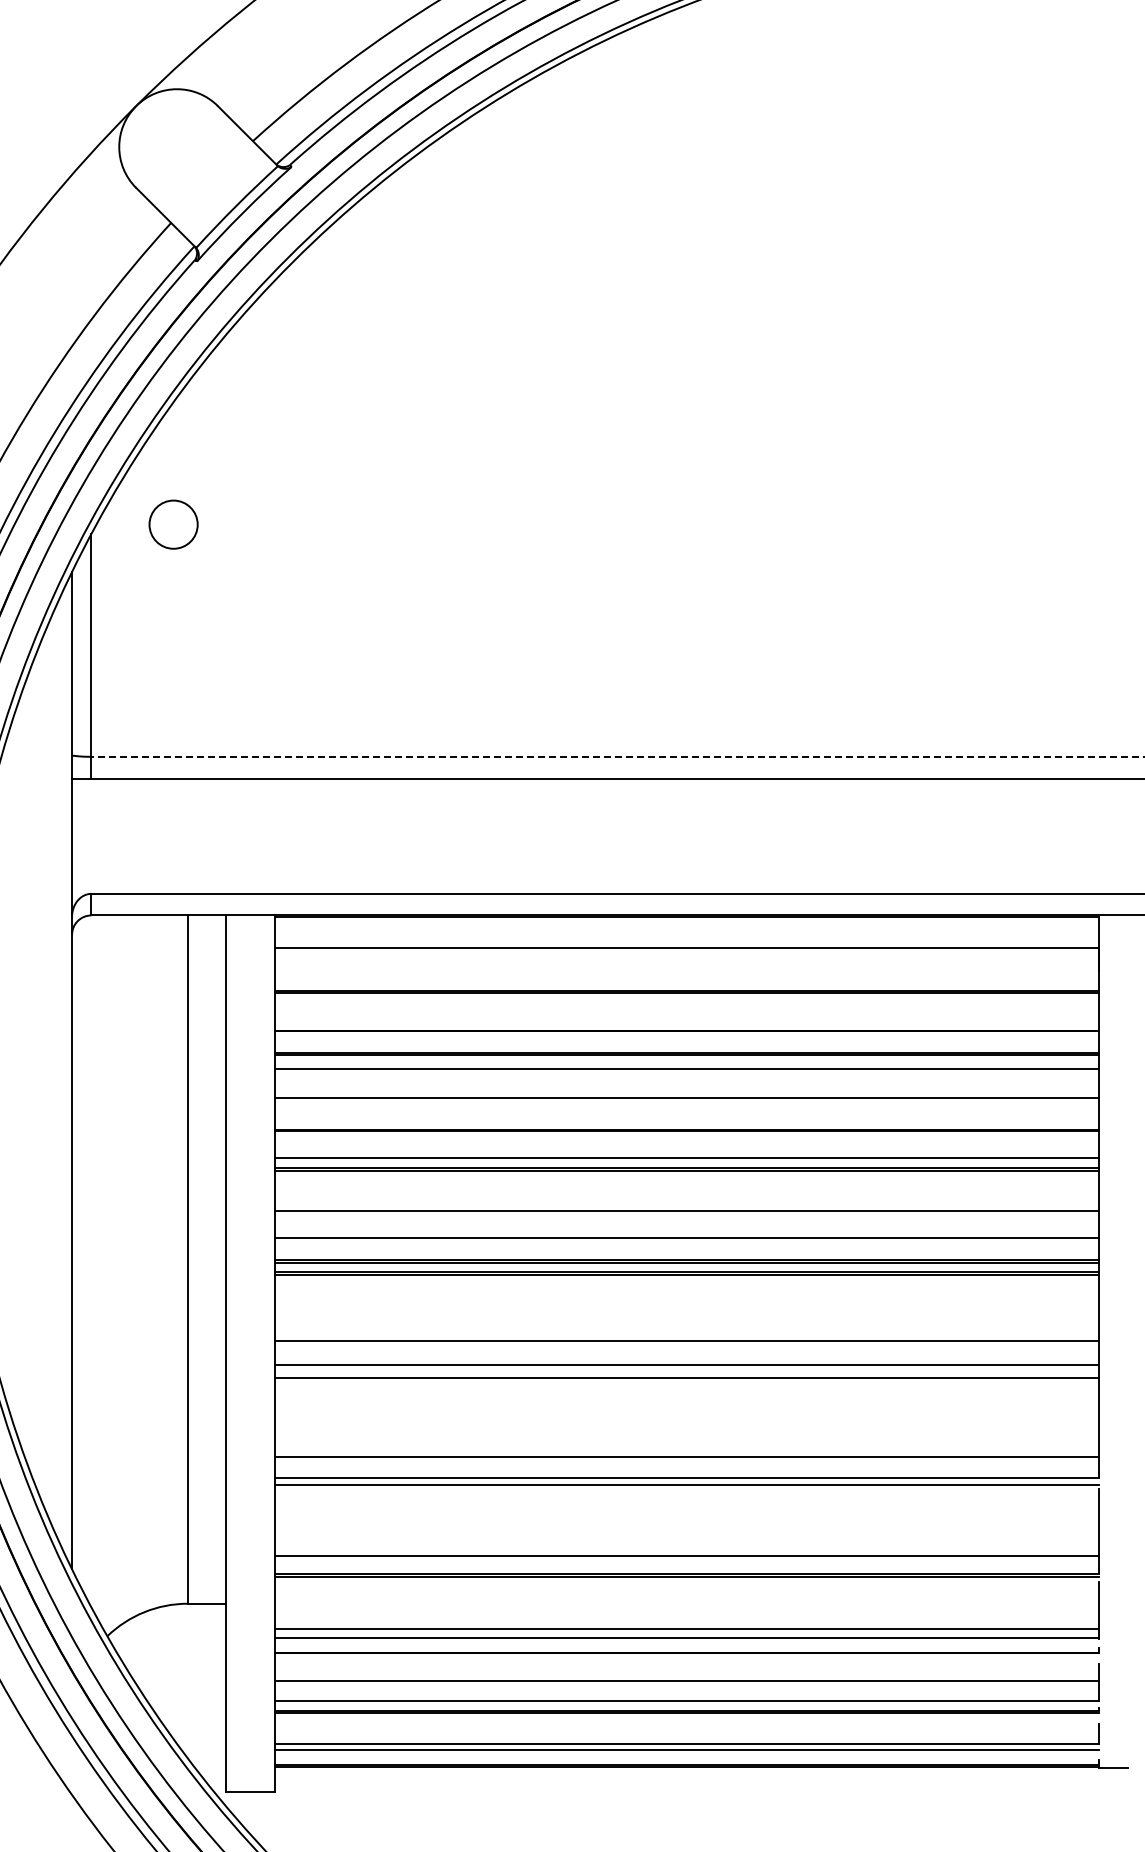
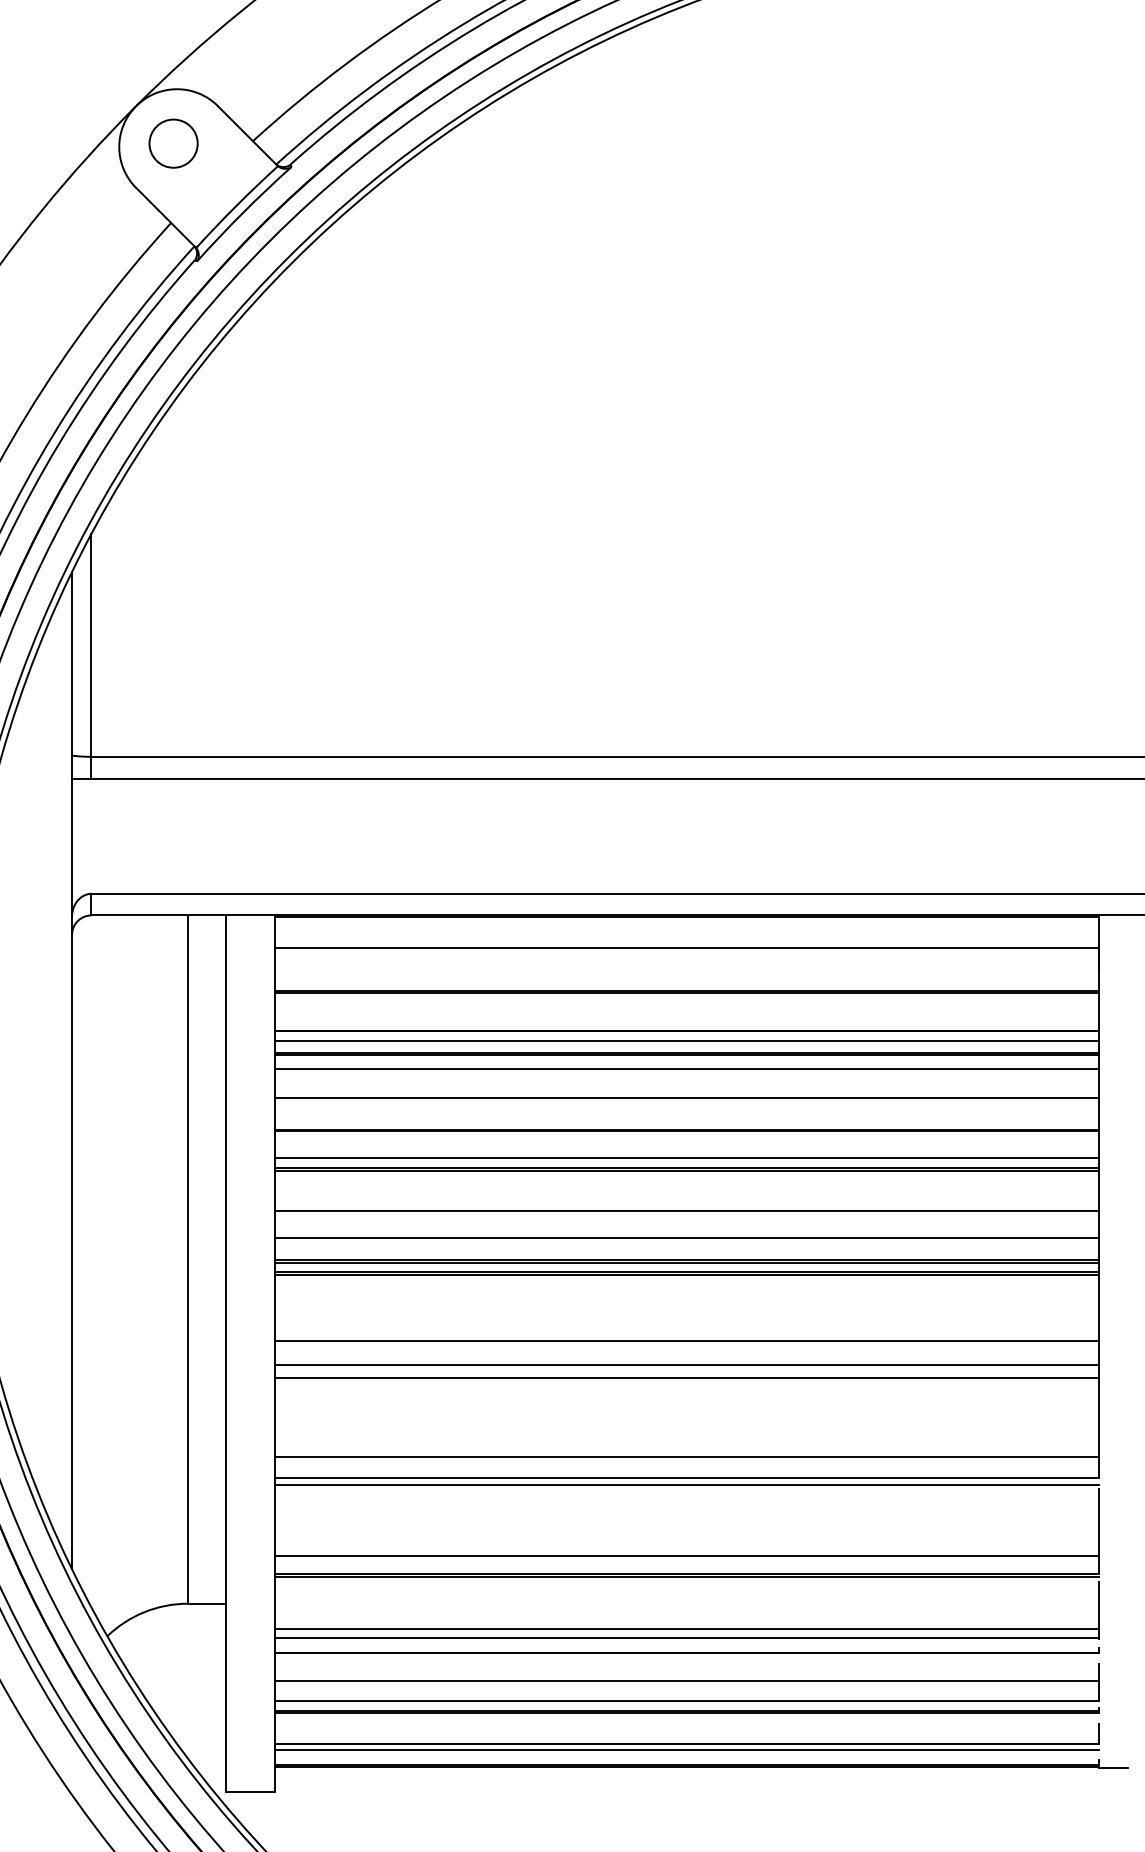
circle at (173, 524) position: (173, 524) -> (173, 143)
line at (618, 756): dashed -> solid
line at (686, 1040): none -> present
